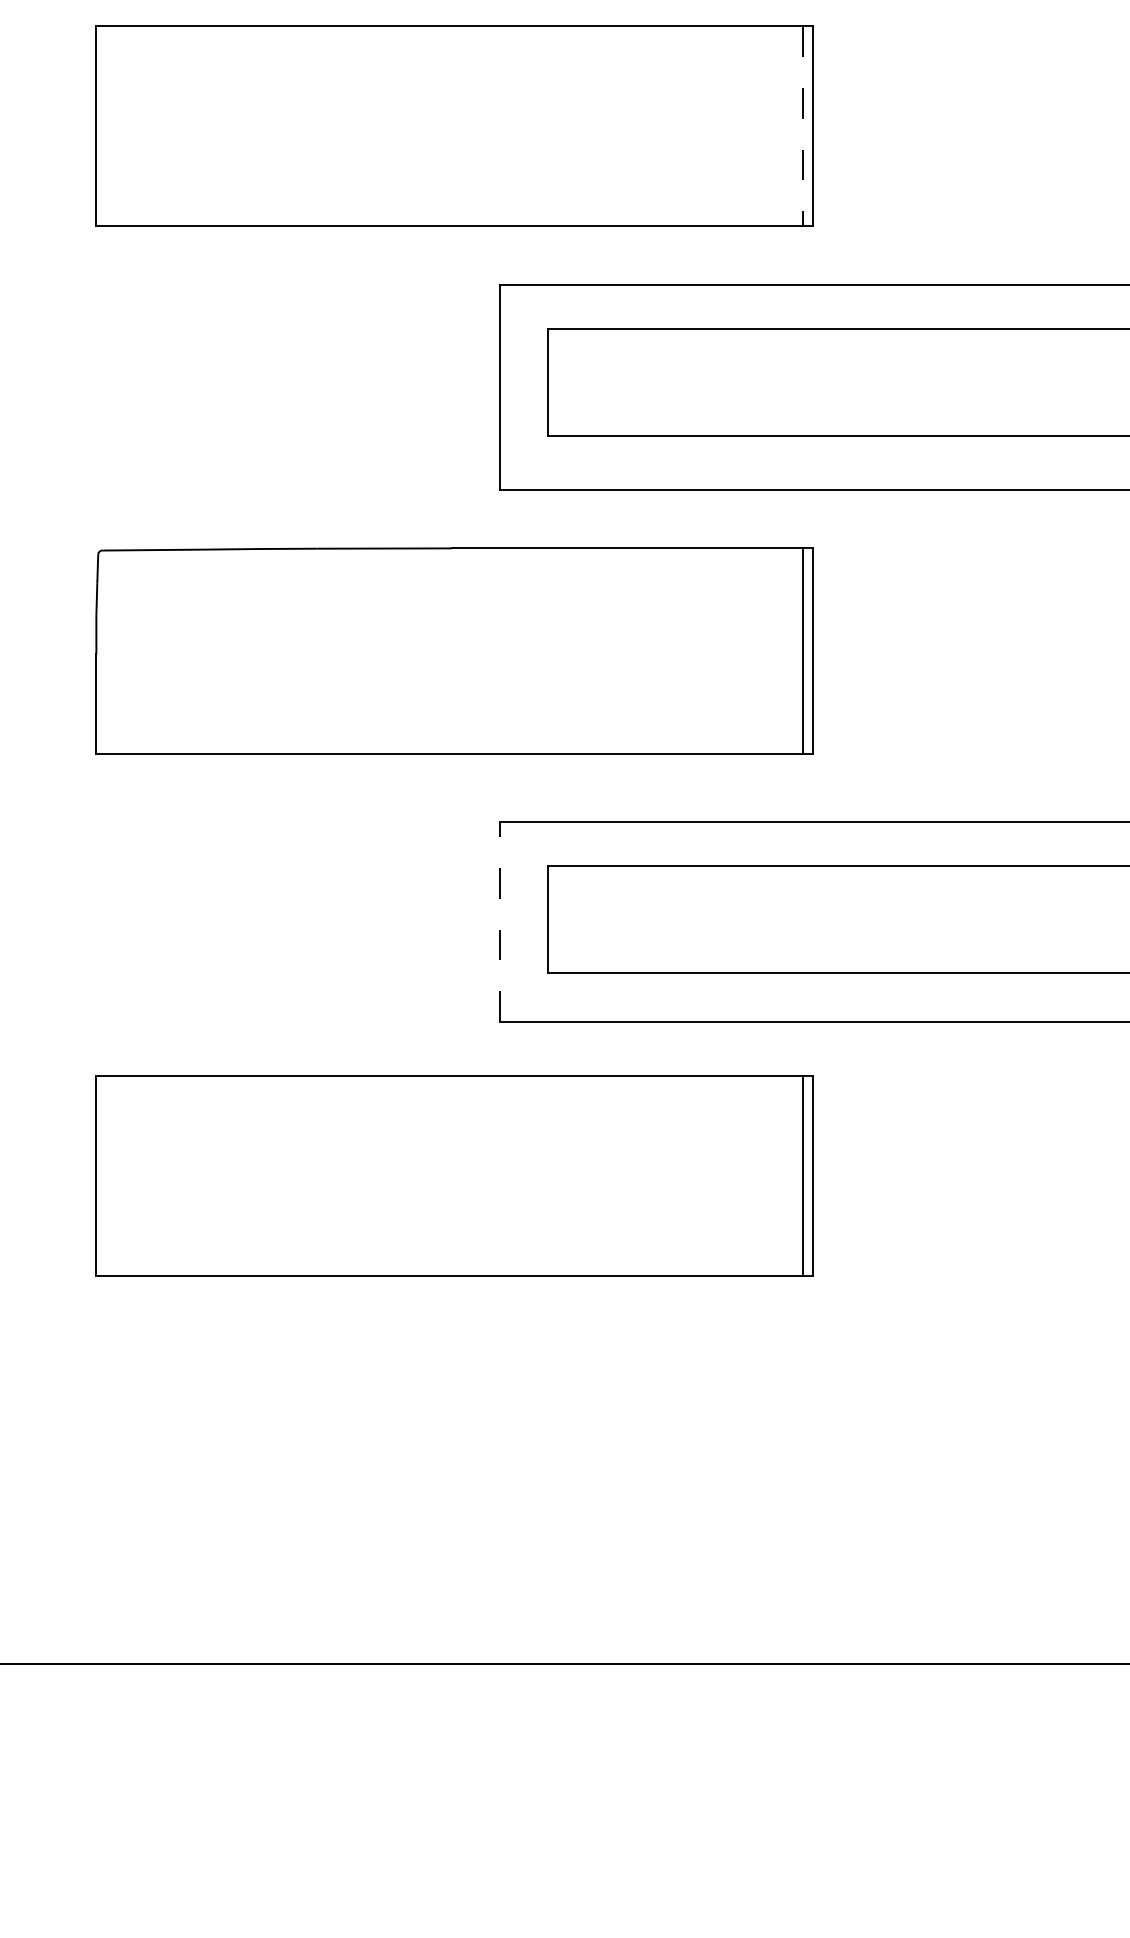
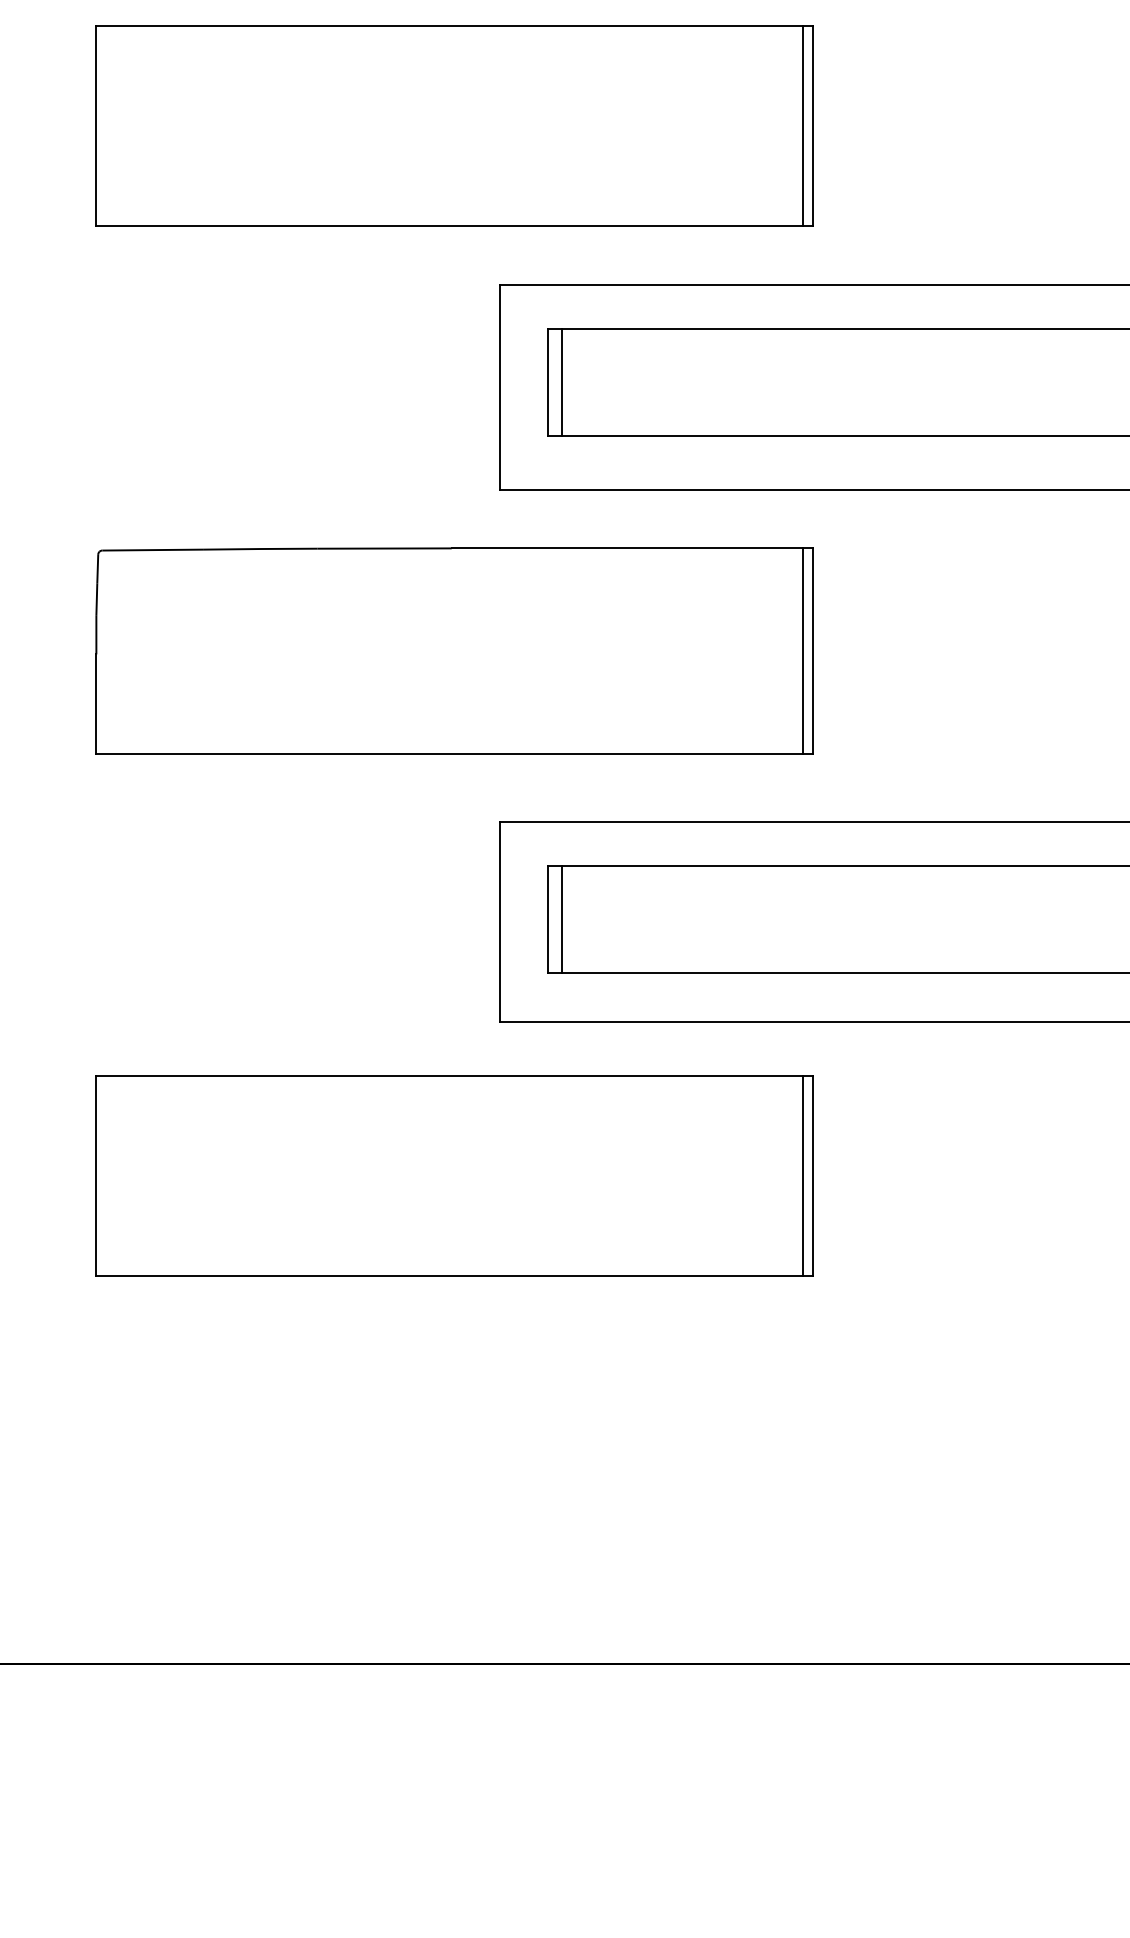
line at (802, 126): dashed -> solid
line at (561, 382): none -> present
line at (561, 919): none -> present
line at (499, 921): dashed -> solid
